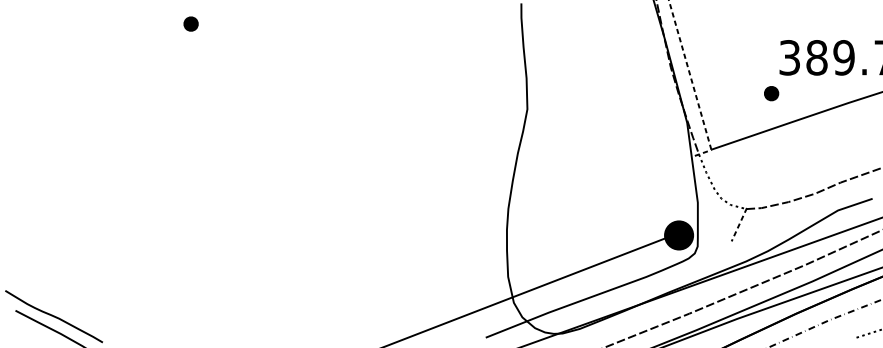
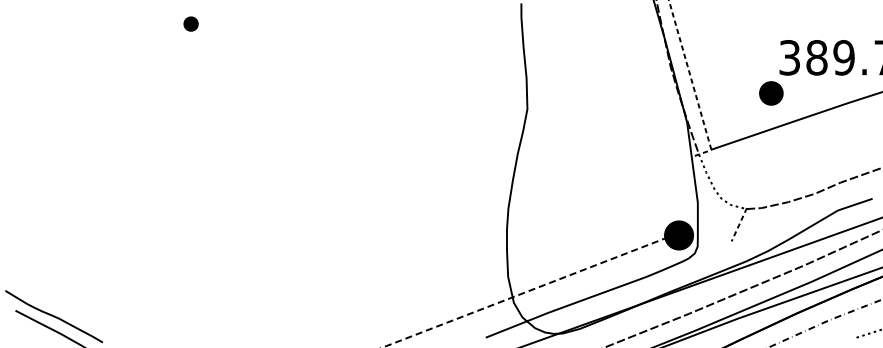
part at (771, 93) size: 16x16 px -> 25x25 px
line at (529, 290): solid -> dashed
